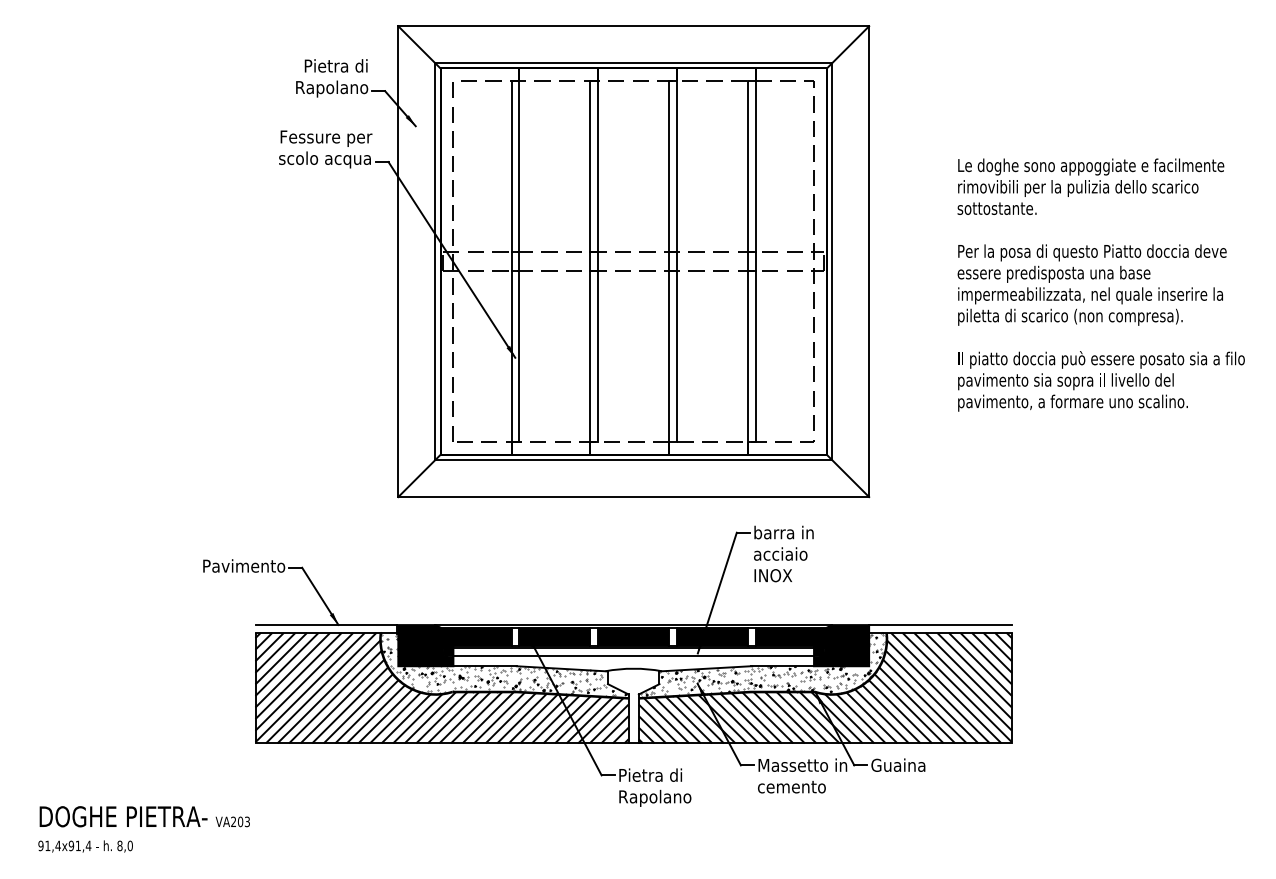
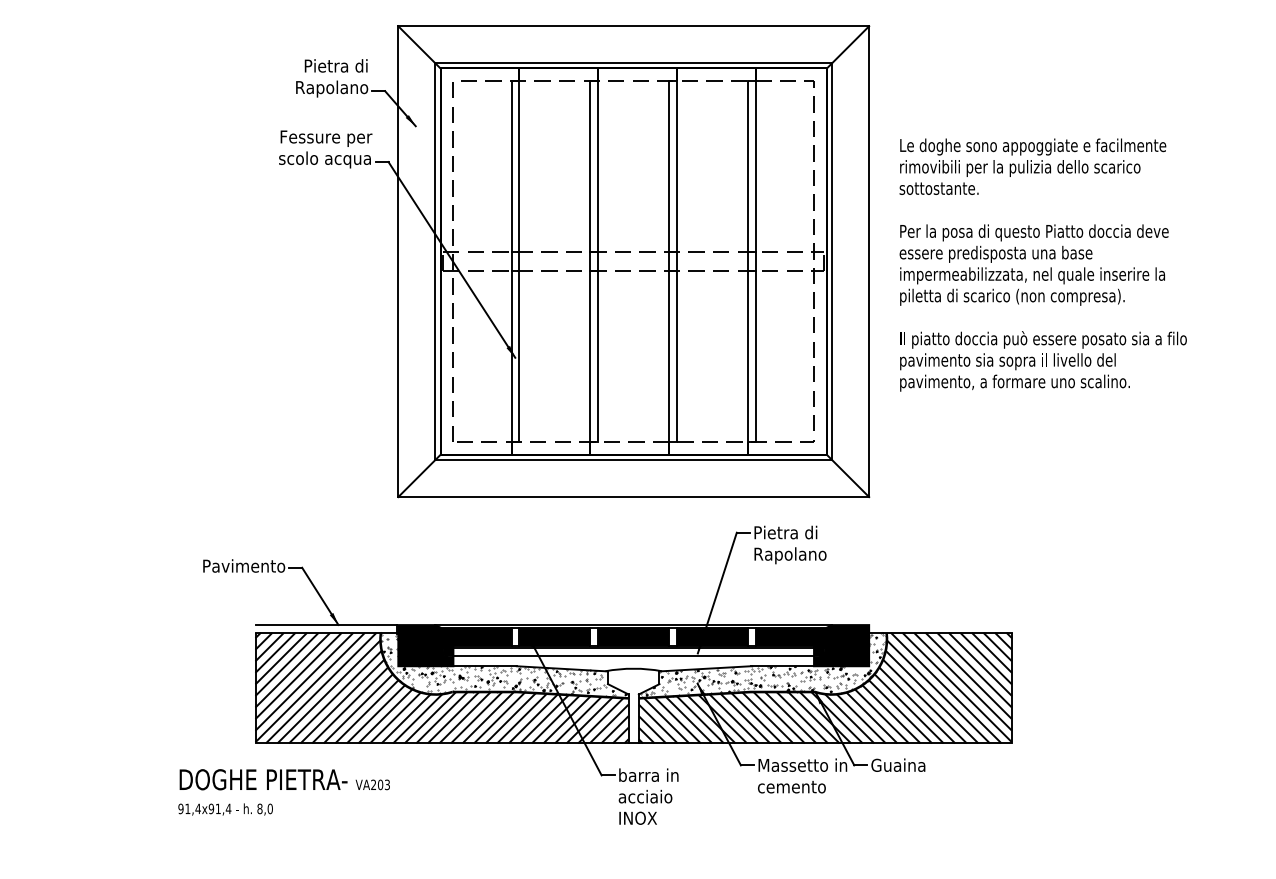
text at (1100, 284) position: (1100, 284) -> (1042, 264)
text at (790, 553): barra in acciaio INOX -> Pietra di Rapolano
line at (940, 625): present -> none
text at (654, 796): Pietra di Rapolano -> barra in acciaio INOX
text at (143, 829) position: (143, 829) -> (283, 792)
